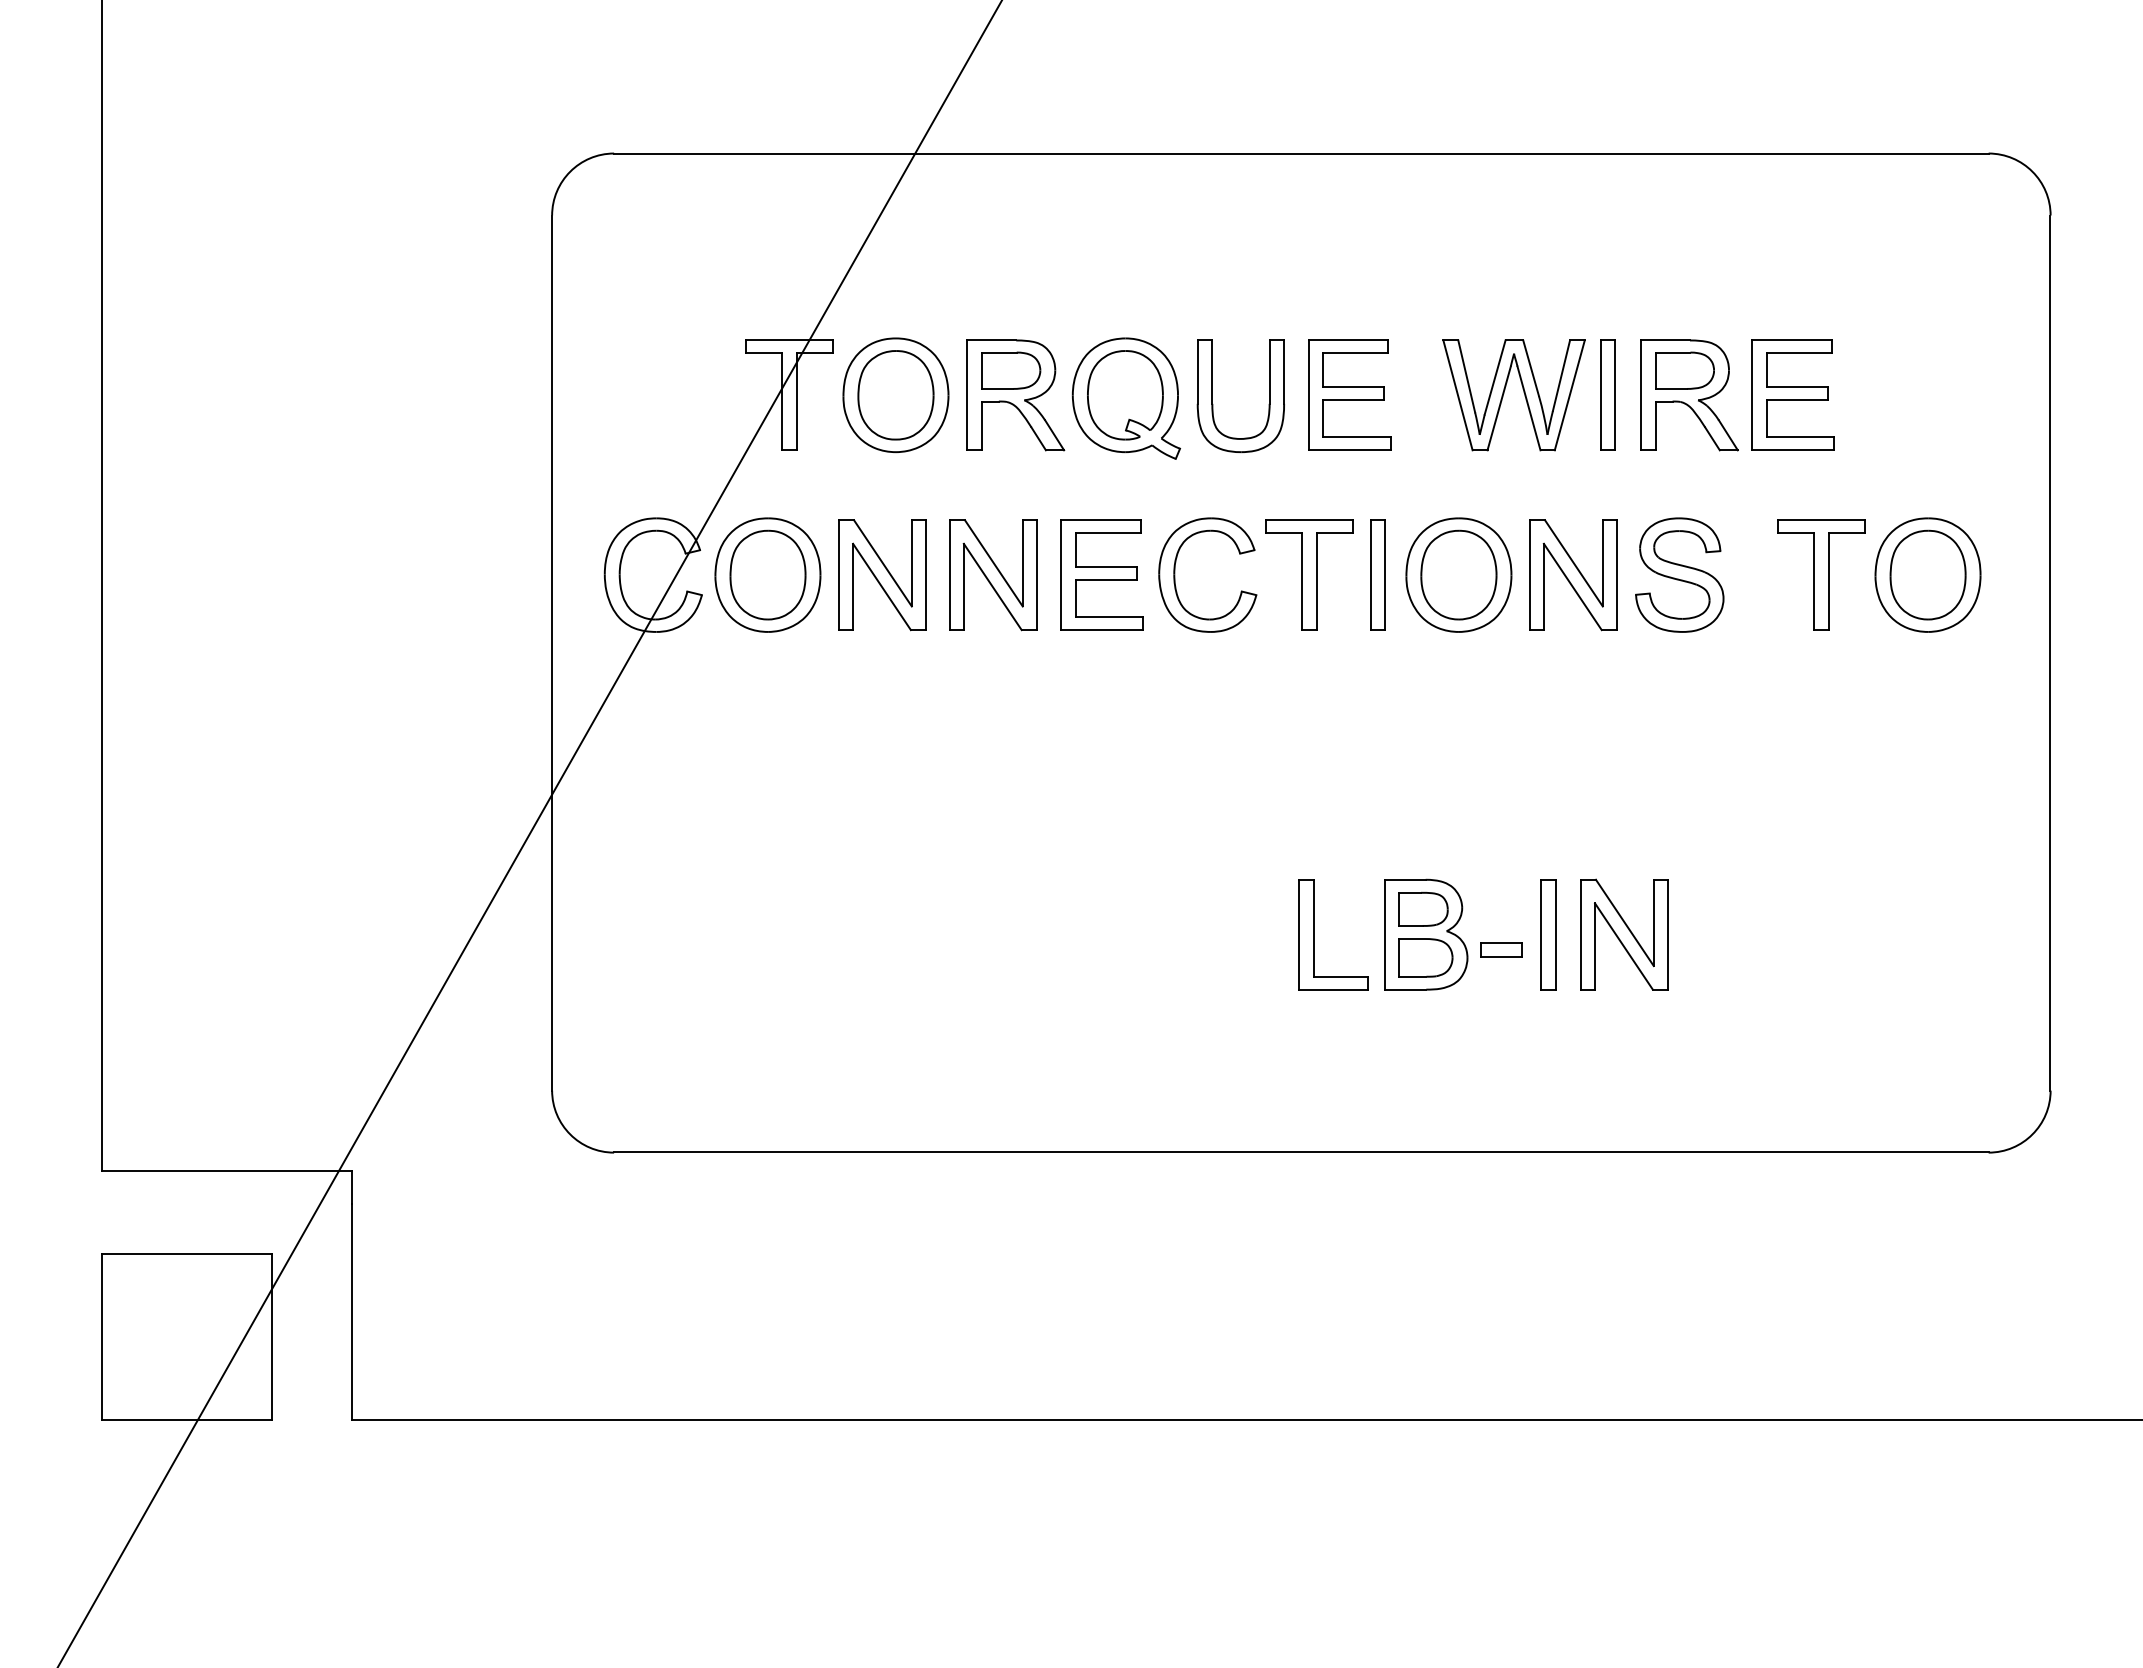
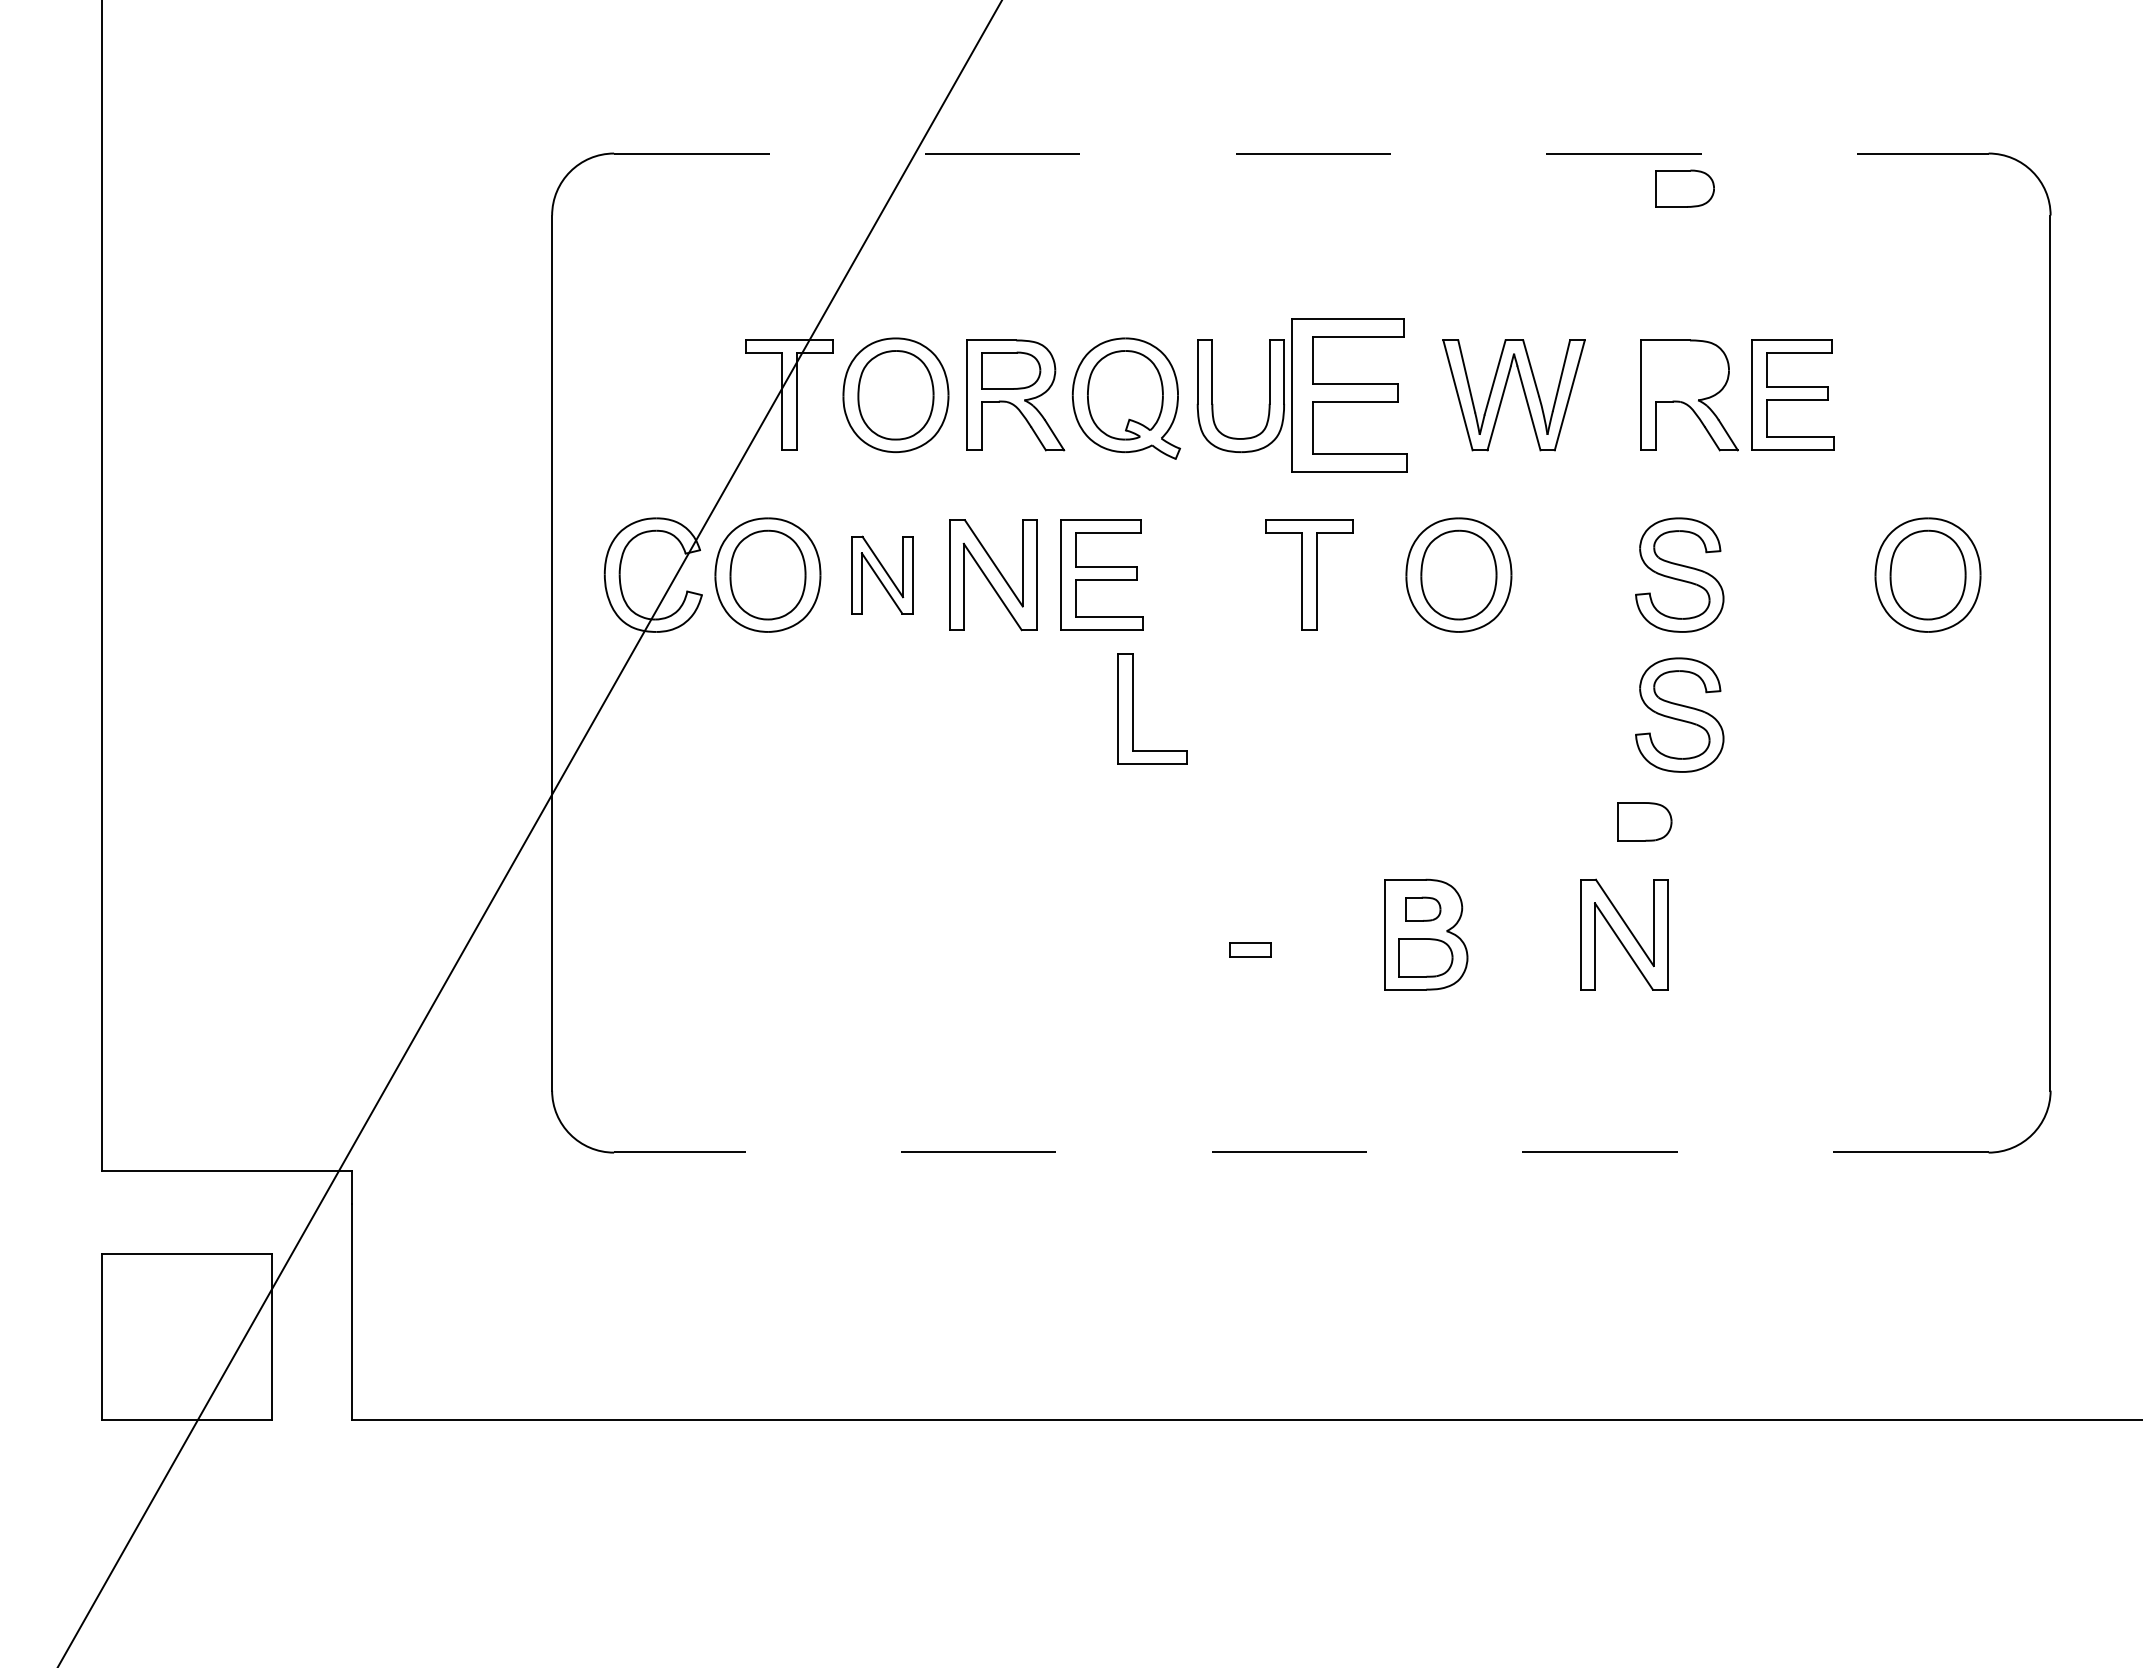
line at (1301, 153): solid -> dashed
part at (1684, 370) position: (1684, 370) -> (1684, 188)
part at (1349, 394) size: 84x112 px -> 117x155 px
part at (1607, 394): present -> none
part at (1175, 574): present -> none
part at (1377, 574): present -> none
part at (1821, 574): present -> none
part at (882, 575) size: 89x113 px -> 63x80 px
part at (1573, 575): present -> none
part at (1679, 714): none -> present
part at (1644, 821): none -> present
part at (1423, 908) size: 51x36 px -> 37x26 px
part at (1314, 934) position: (1314, 934) -> (1133, 708)
part at (1548, 934): present -> none
part at (1501, 949) position: (1501, 949) -> (1250, 949)
line at (1300, 1152): solid -> dashed
